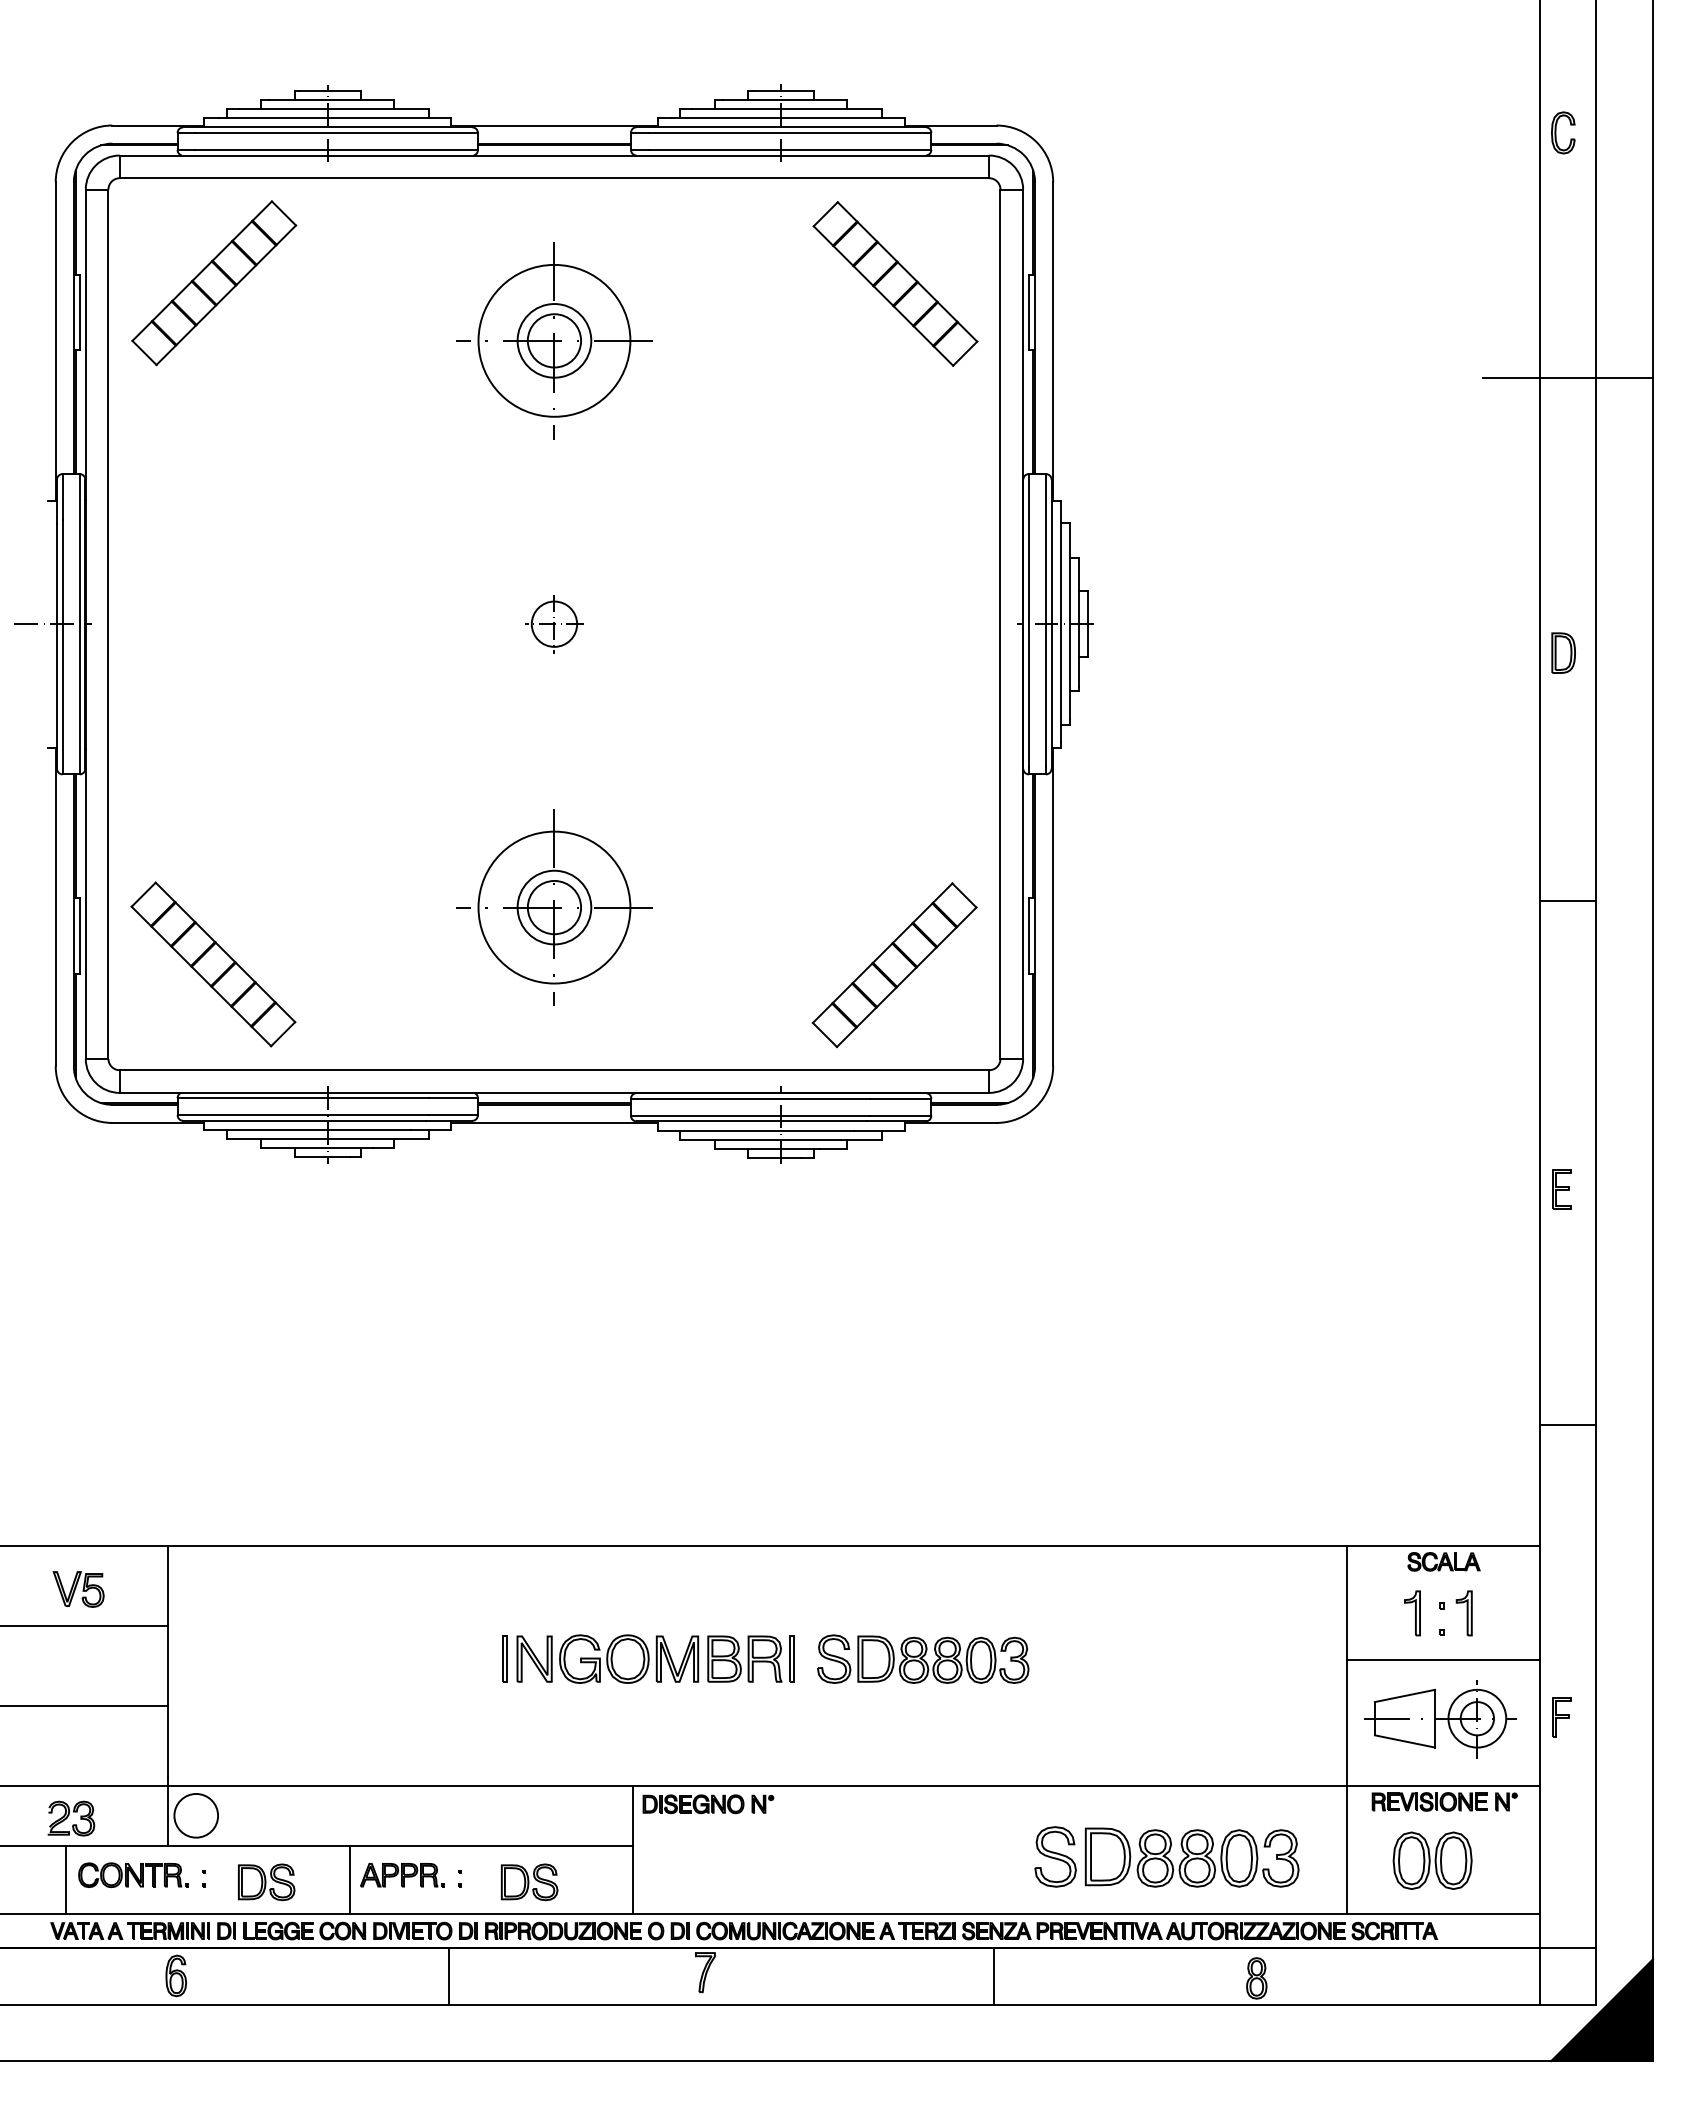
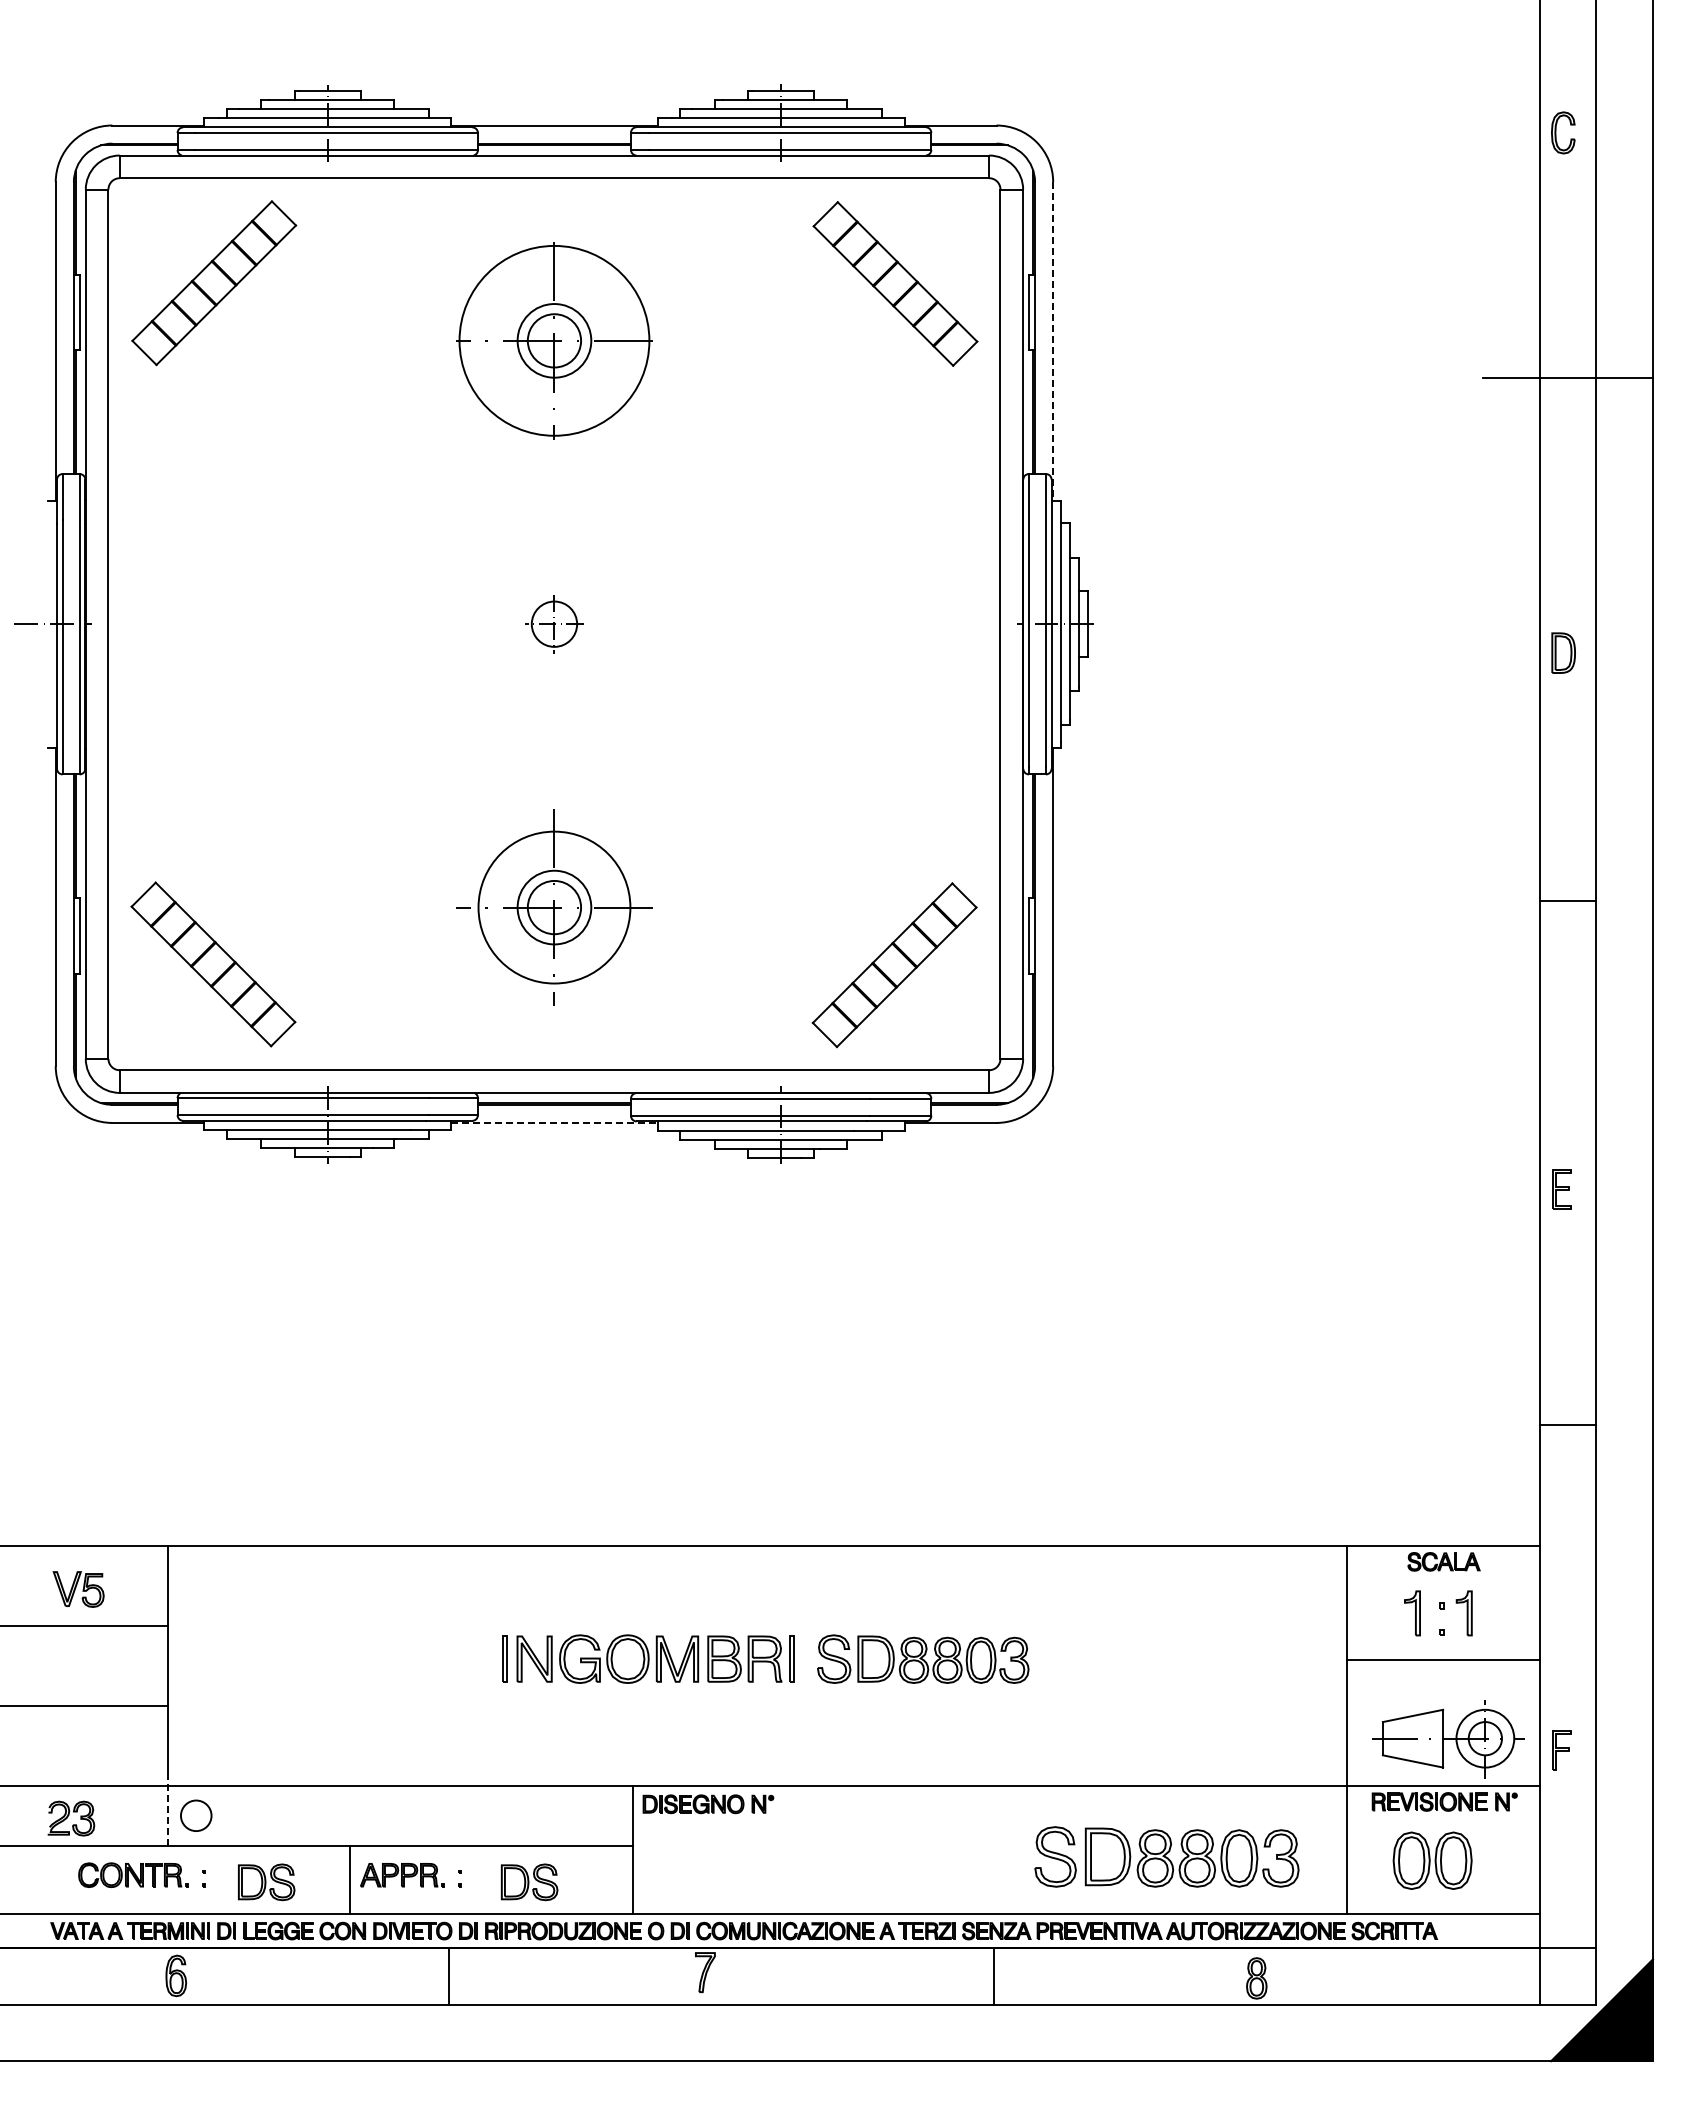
circle at (554, 340) diameter: 152 px -> 190 px
line at (1053, 341): solid -> dashed
line at (554, 1122): solid -> dashed
part at (1561, 1717) position: (1561, 1717) -> (1561, 1750)
part at (1440, 1719) position: (1440, 1719) -> (1448, 1739)
line at (168, 1811): solid -> dashed
circle at (196, 1815) diameter: 44 px -> 31 px
line at (66, 1879): present -> none
